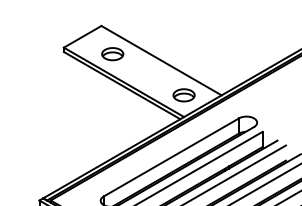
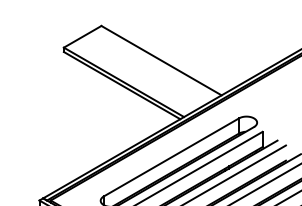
part at (112, 54): present -> none
part at (183, 95): present -> none
